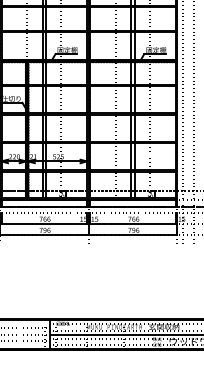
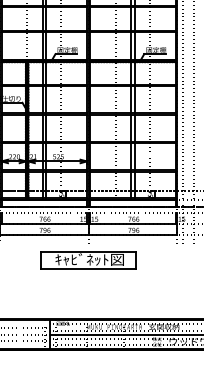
part at (88, 260): none -> present
